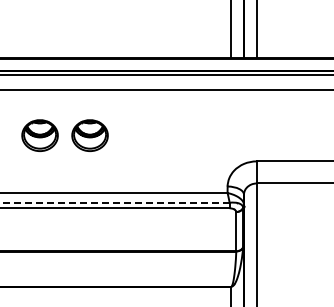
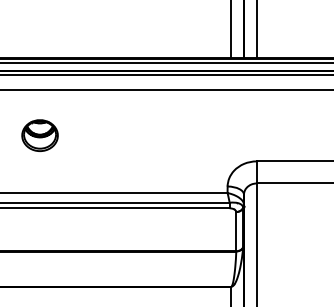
line at (166, 62): none -> present
part at (89, 135): present -> none
line at (114, 202): dashed -> solid
